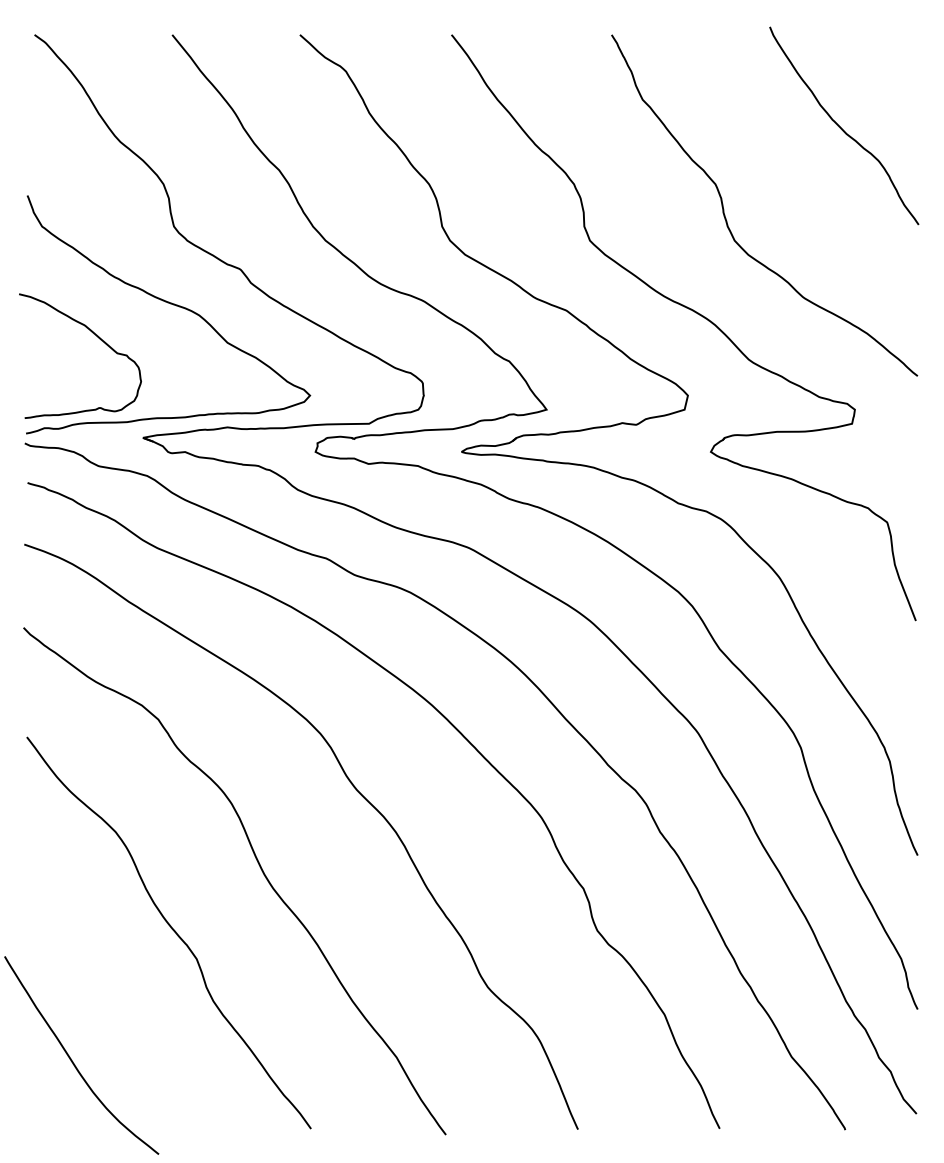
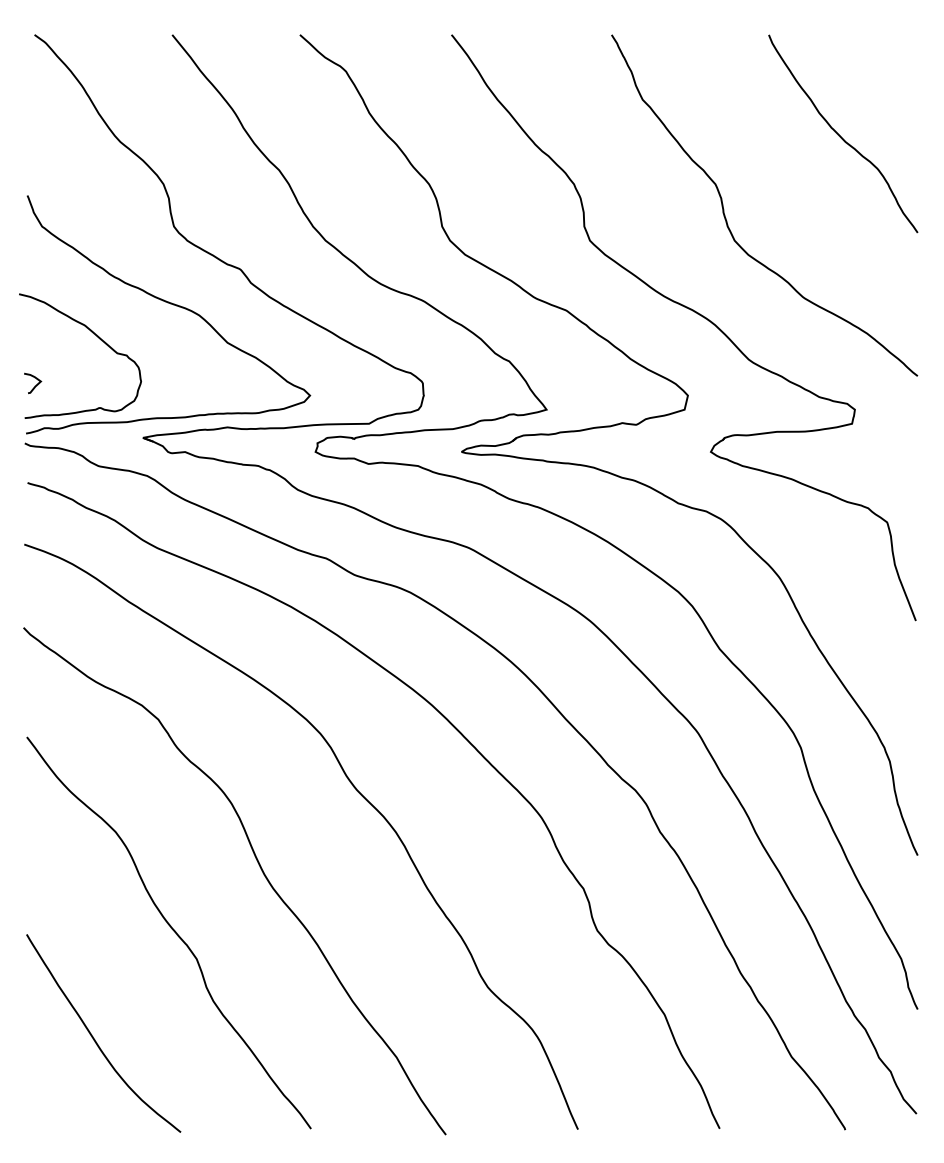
curve at (841, 127) position: (841, 127) -> (840, 135)
curve at (35, 385): none -> present
curve at (73, 1061) position: (73, 1061) -> (95, 1039)
